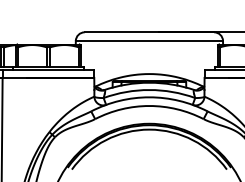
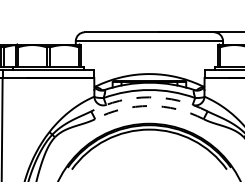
arc at (149, 97): solid -> dashed
arc at (149, 106): solid -> dashed
